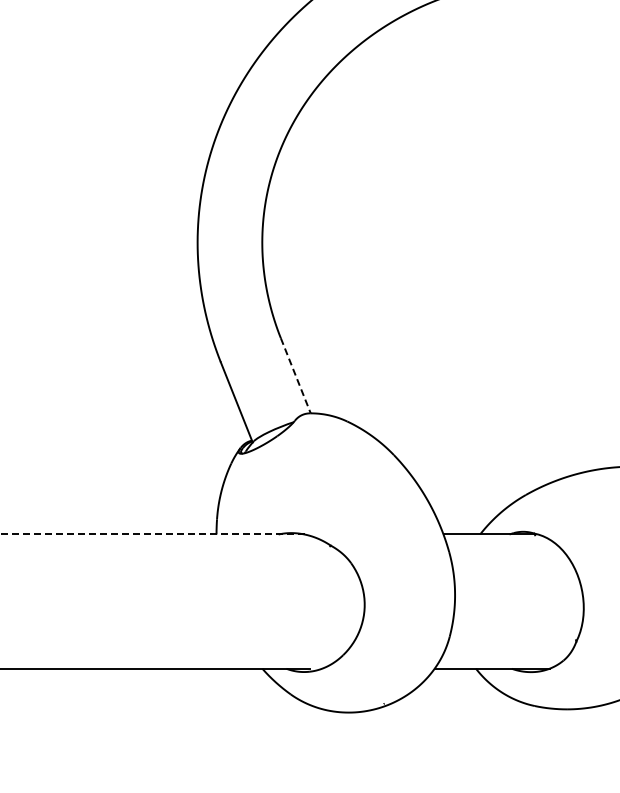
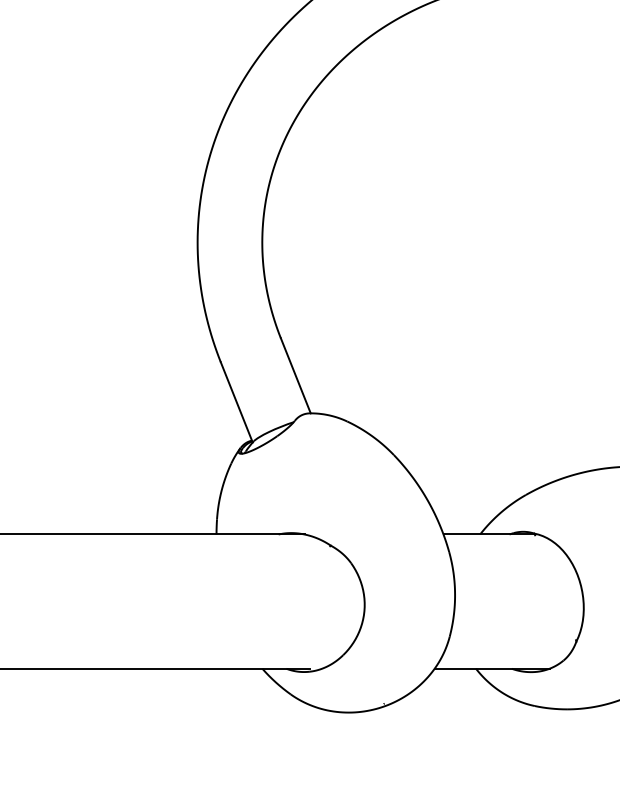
line at (296, 376): dashed -> solid
line at (152, 534): dashed -> solid
